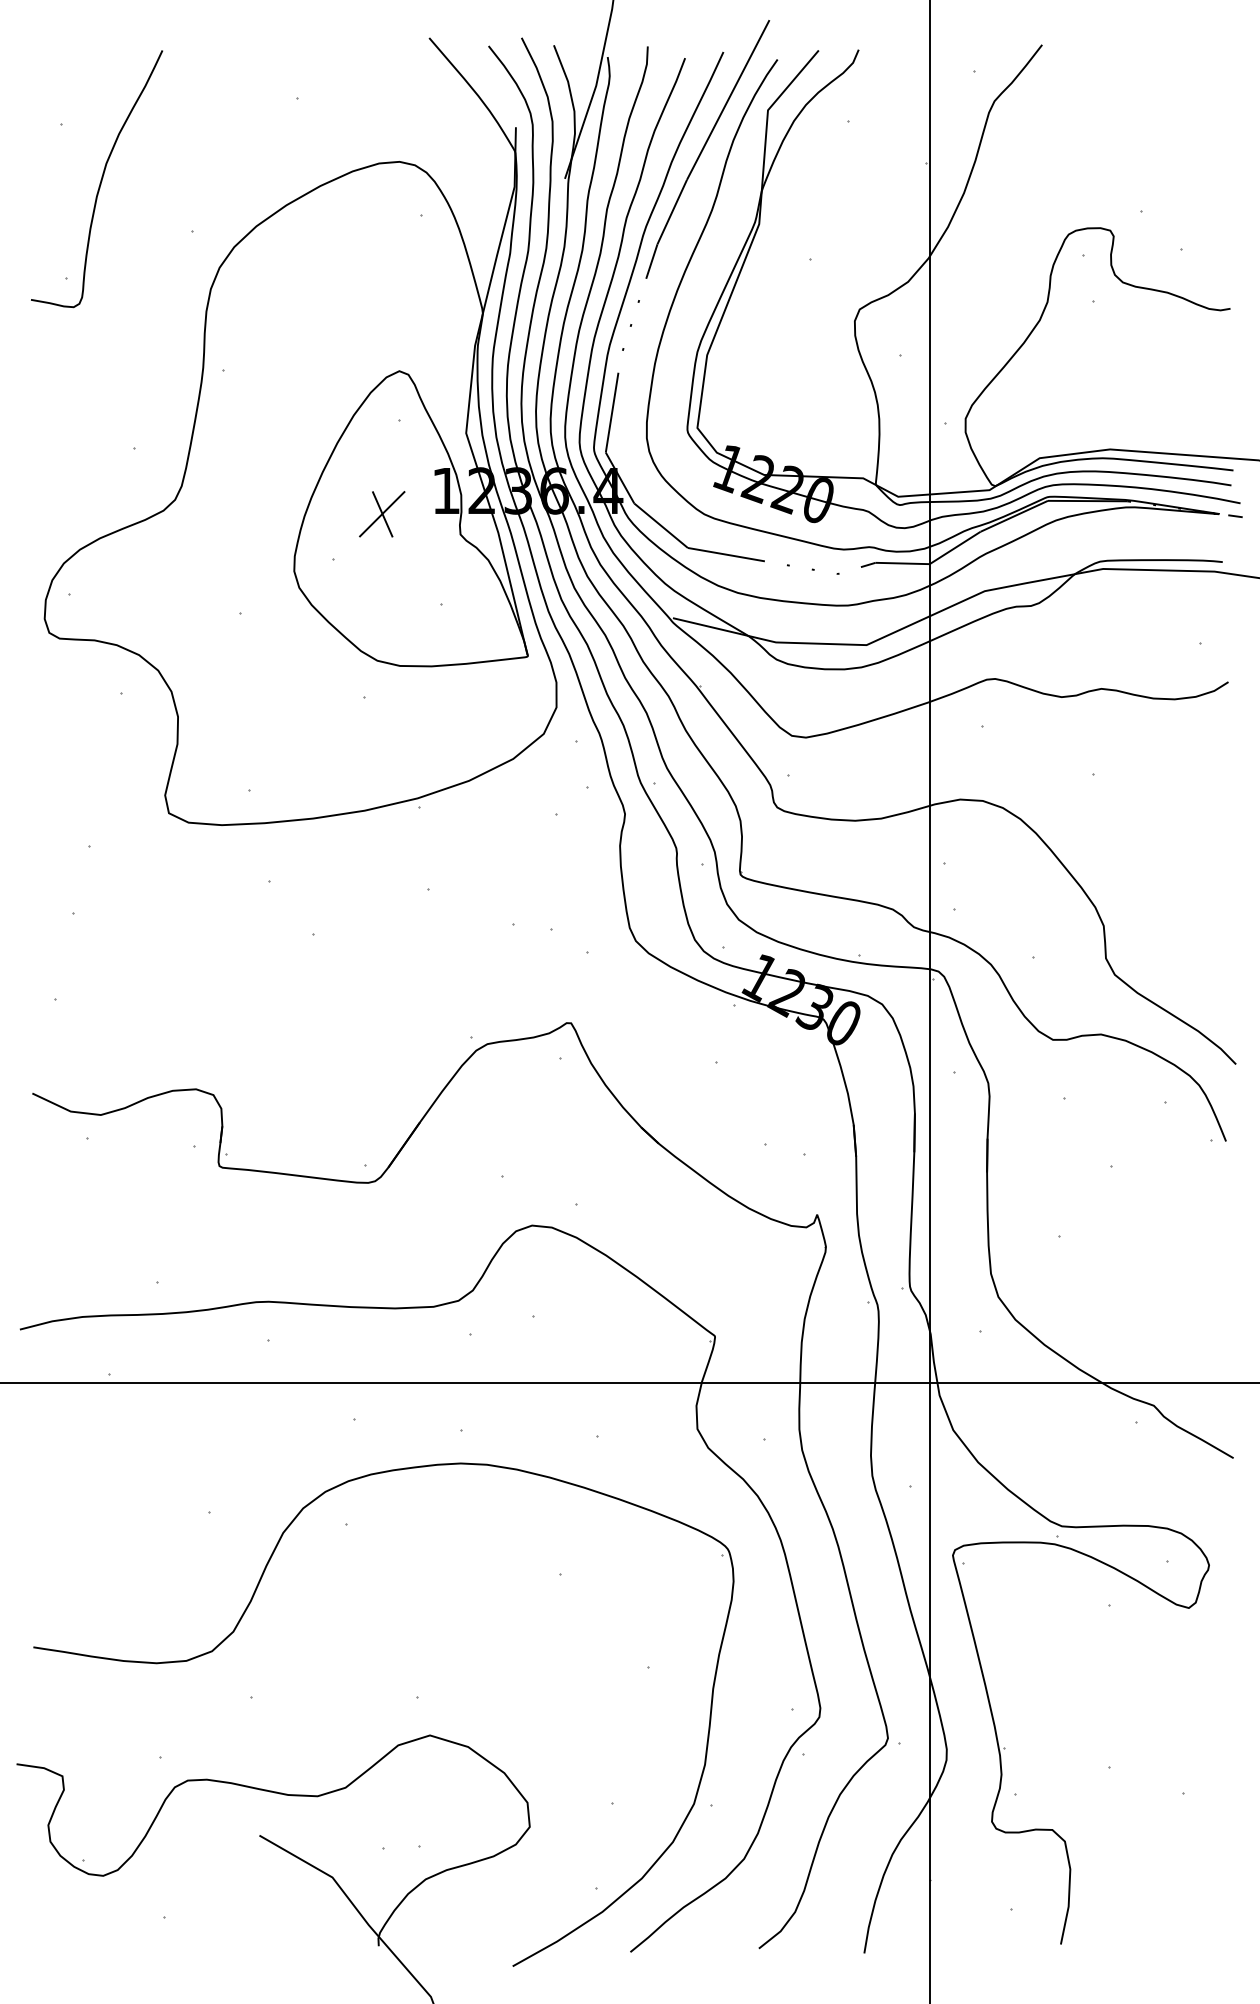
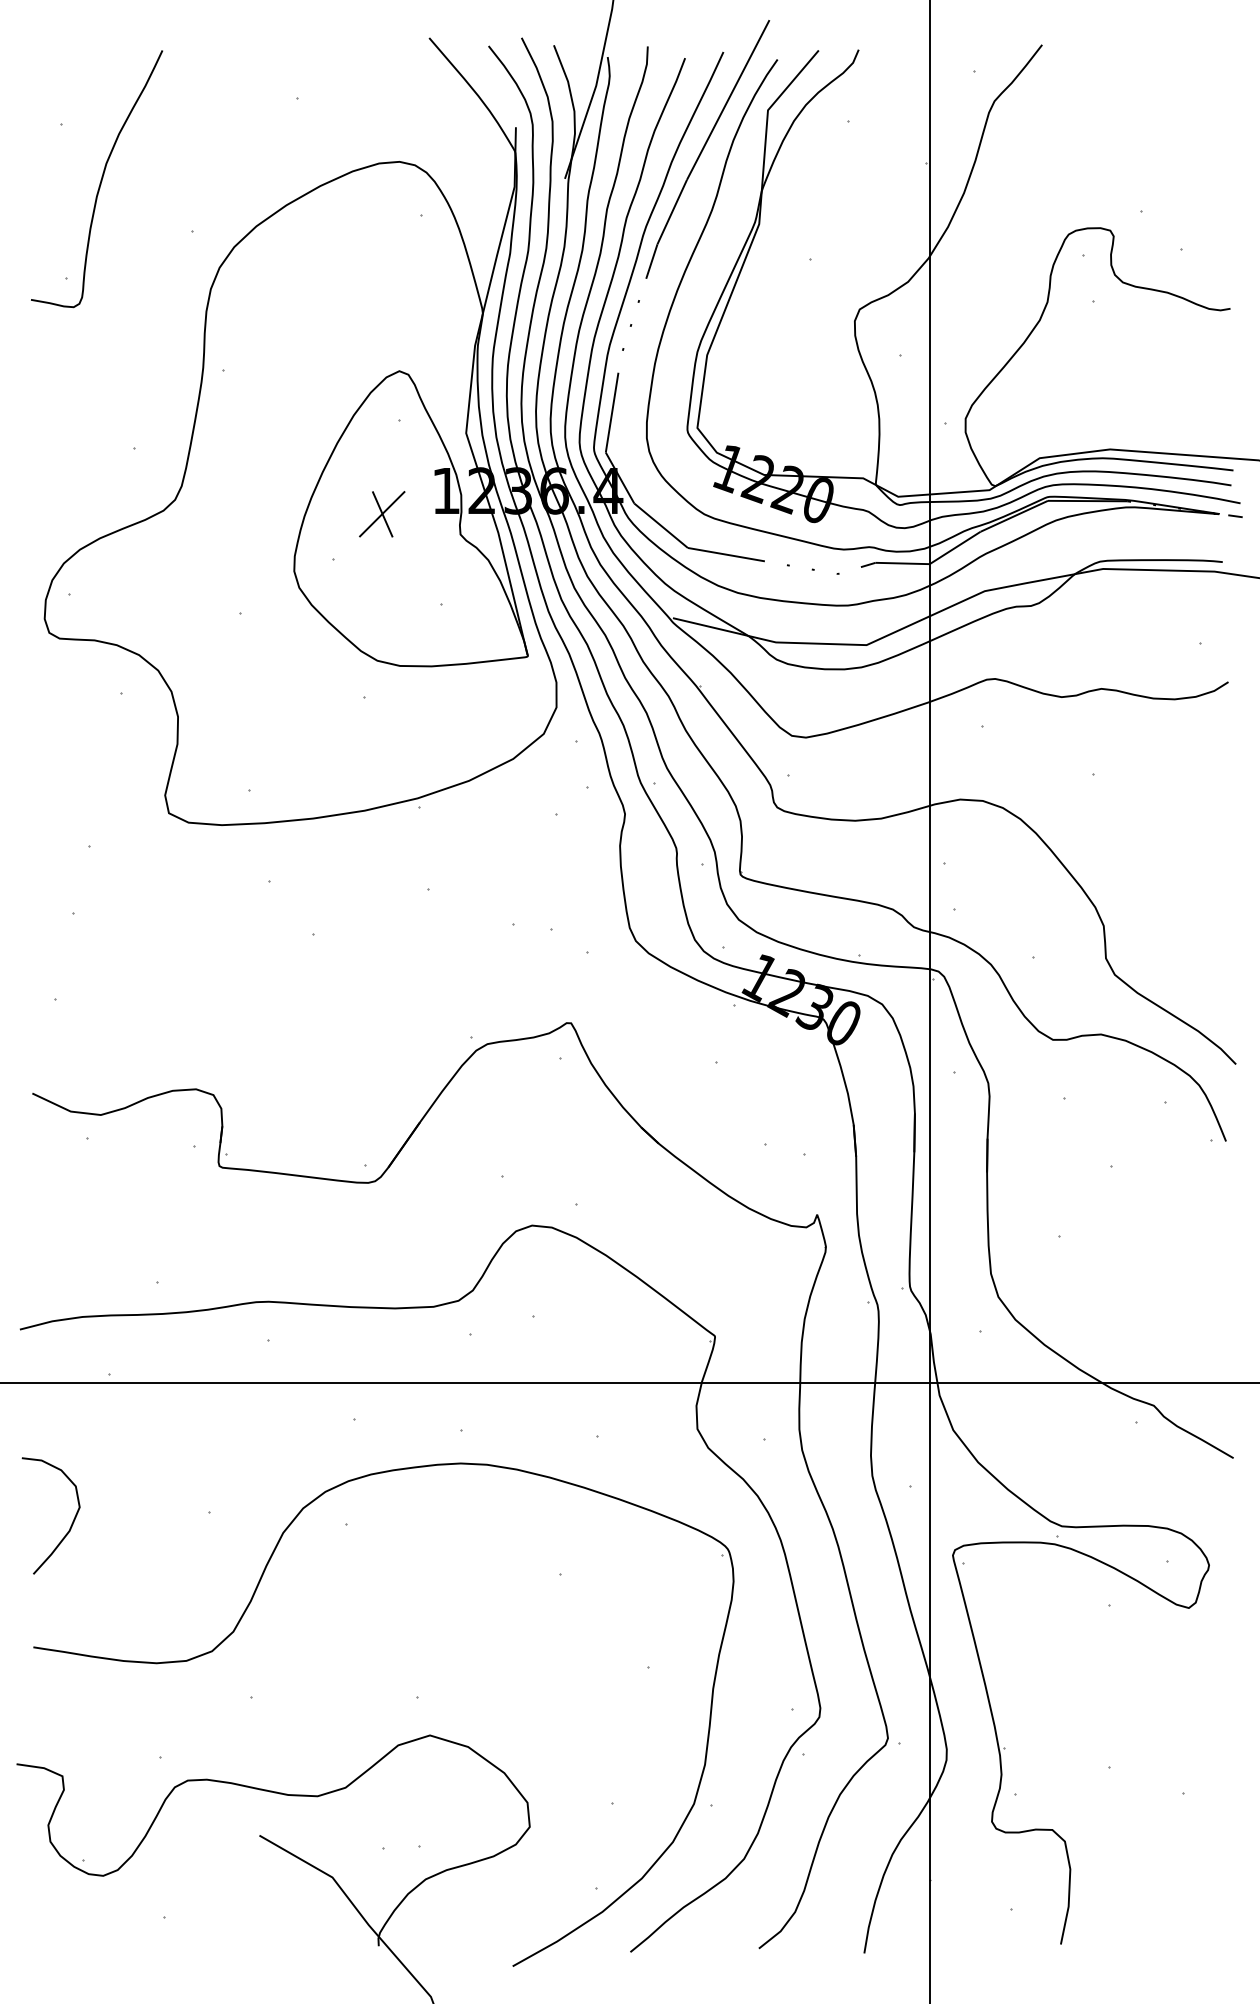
curve at (71, 1523): none -> present
